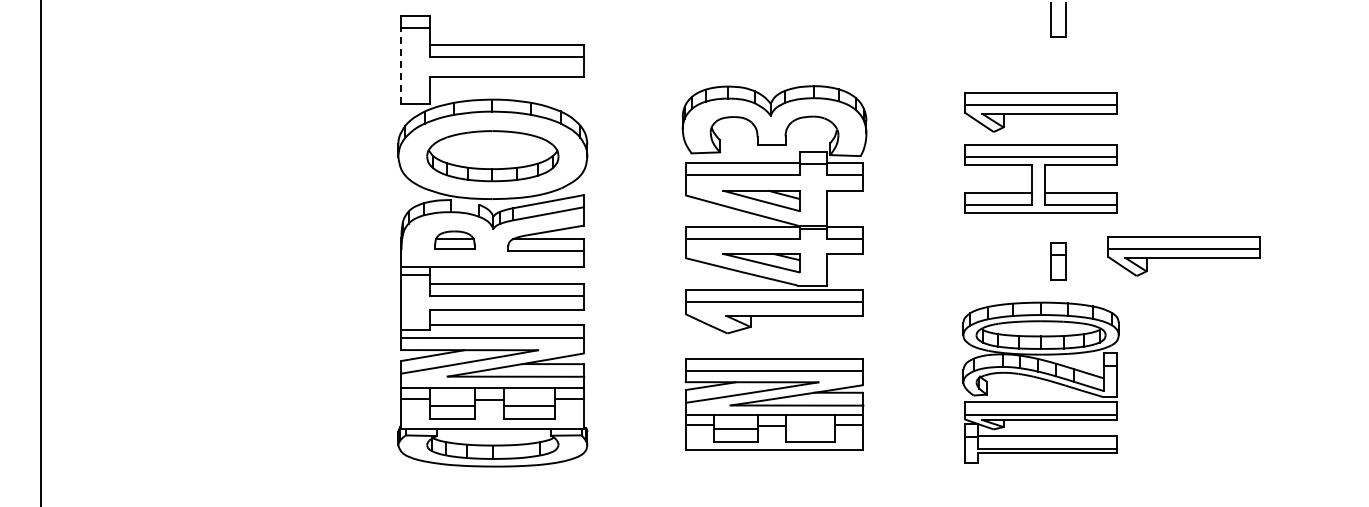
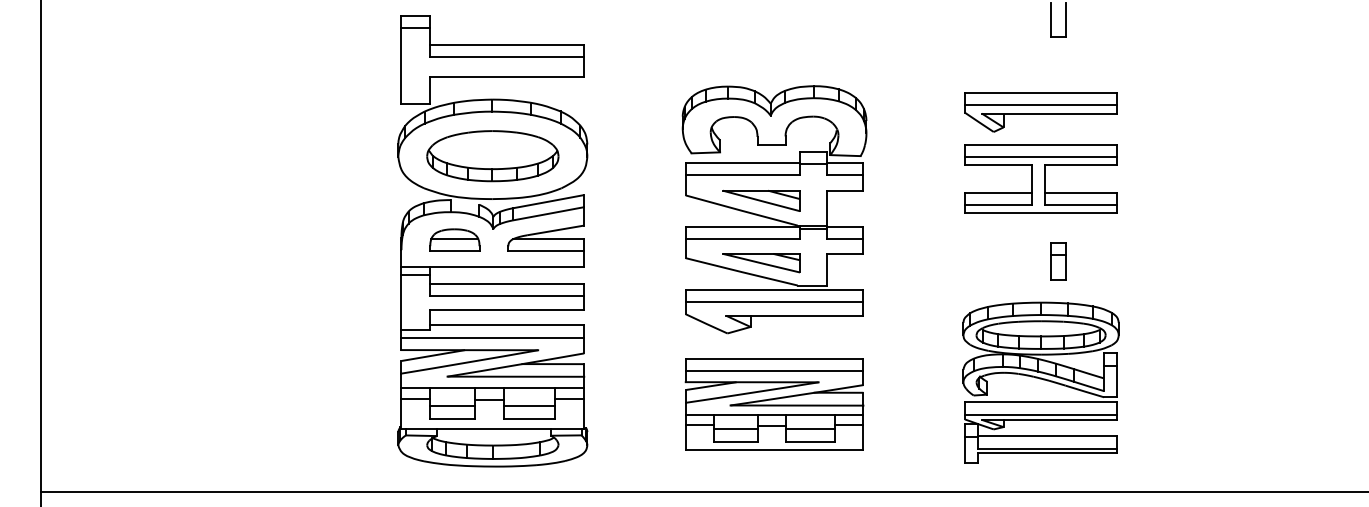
line at (401, 65): dashed -> solid
part at (454, 239) size: 42x20 px -> 52x24 px
part at (1183, 256): present -> none
line at (810, 428): none -> present
line at (703, 491): none -> present
